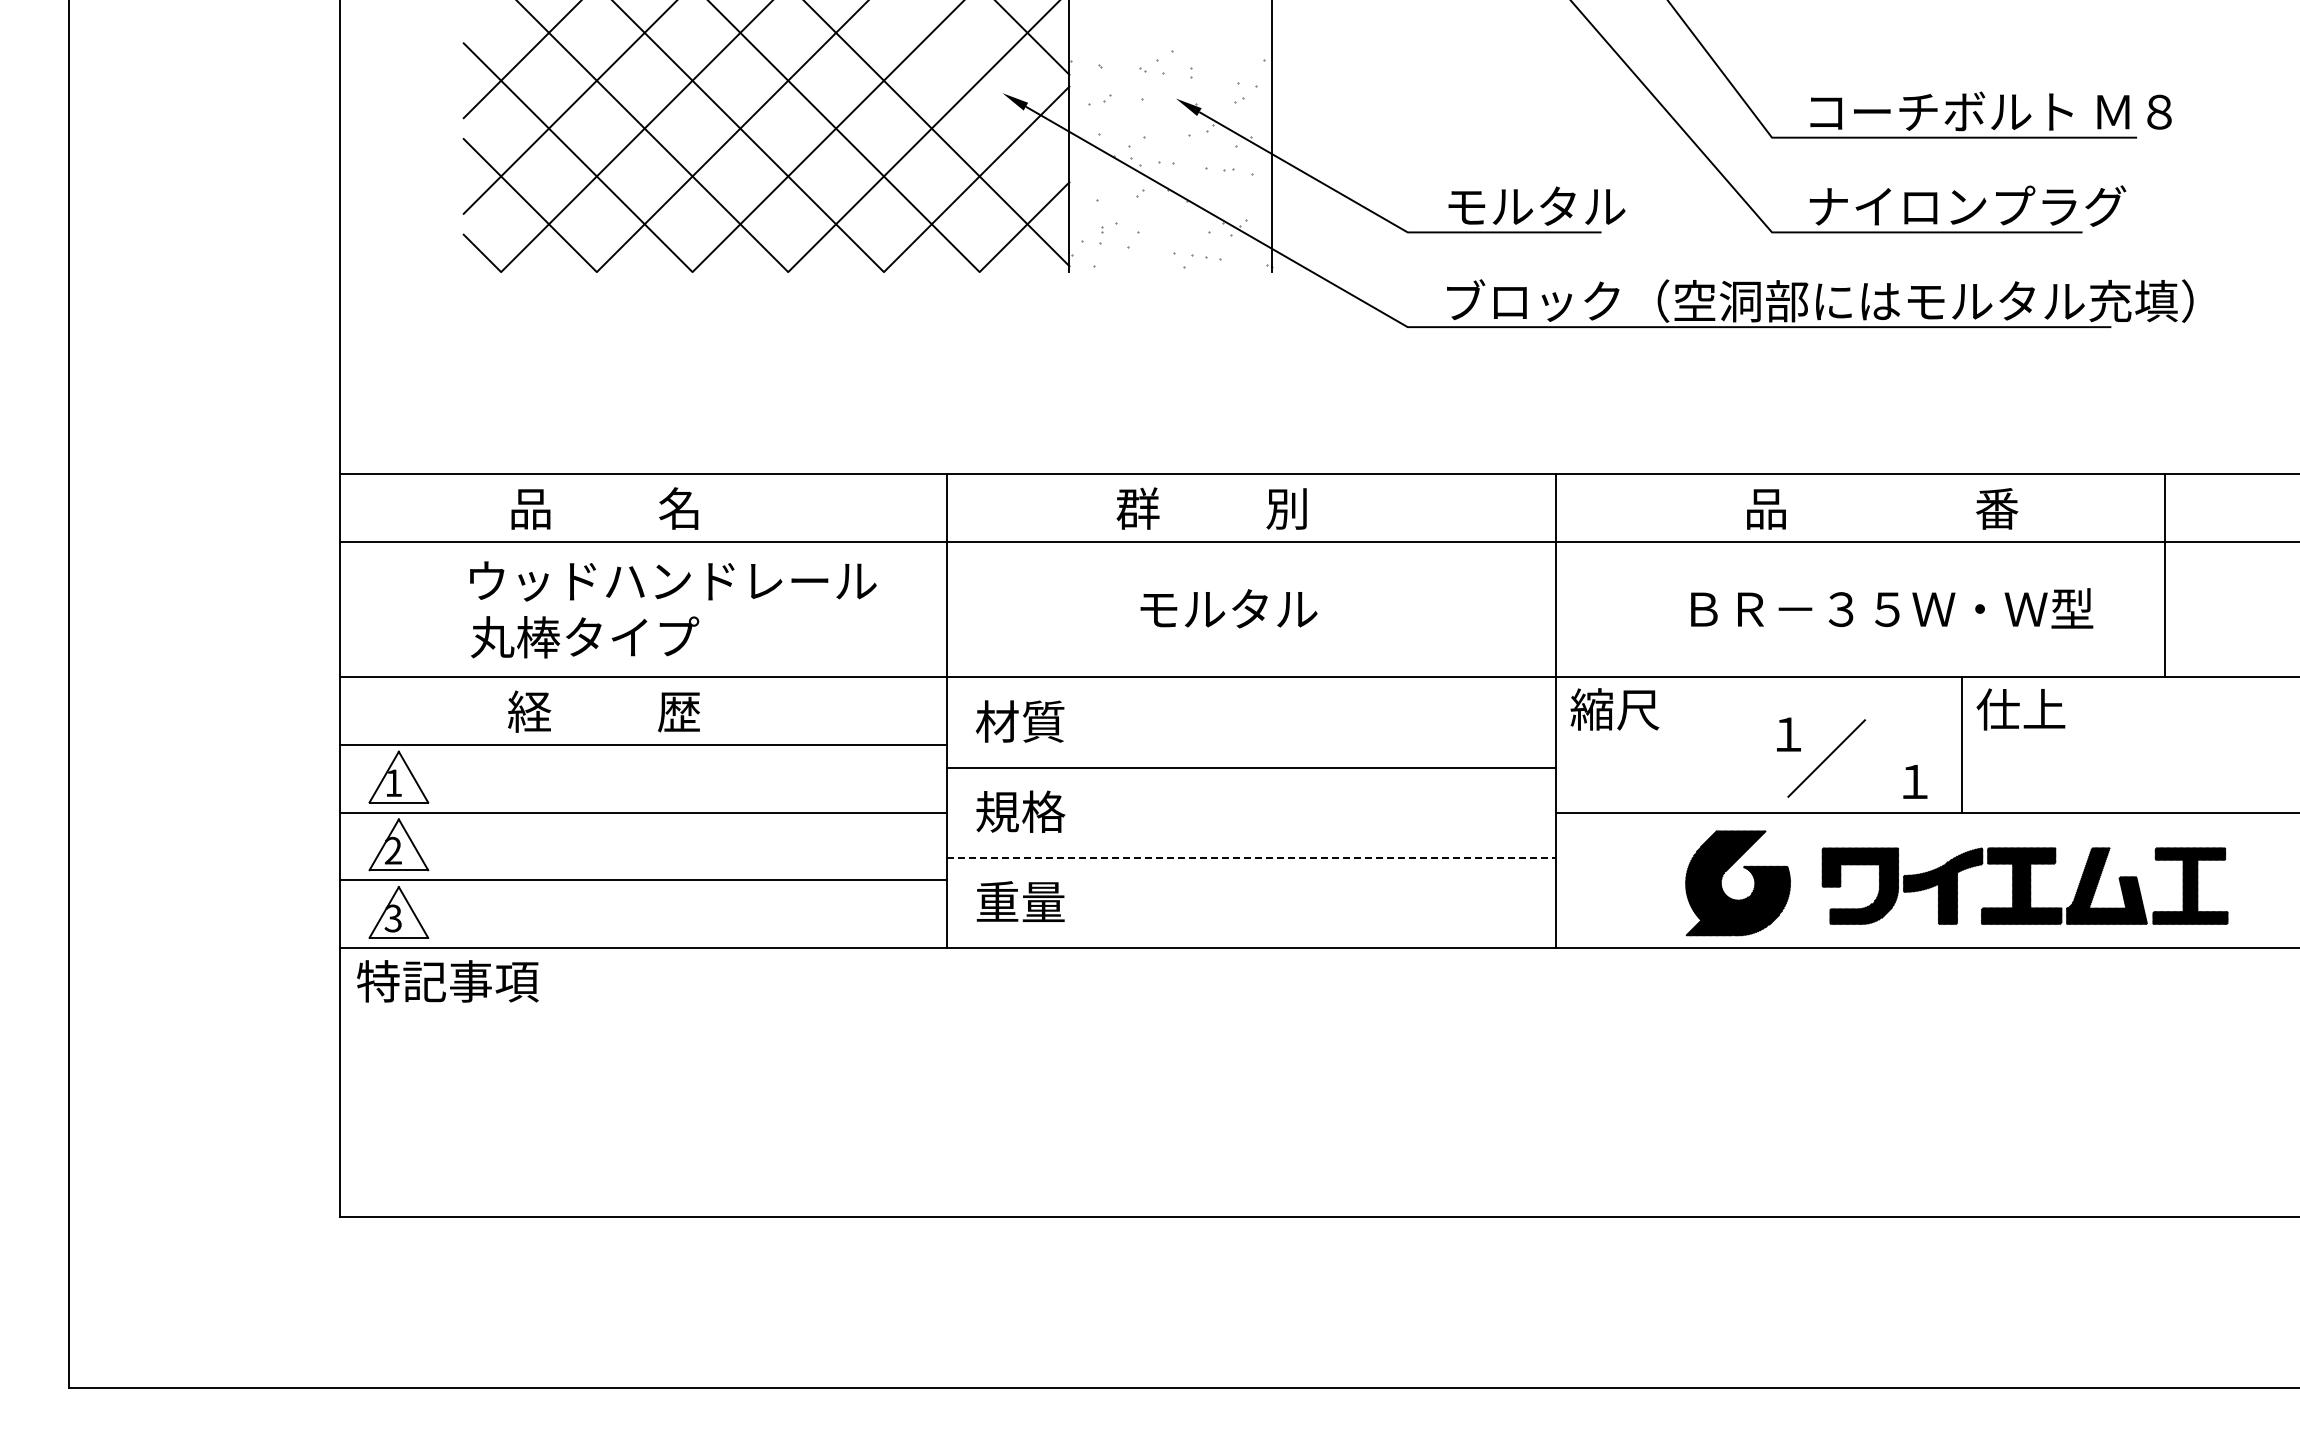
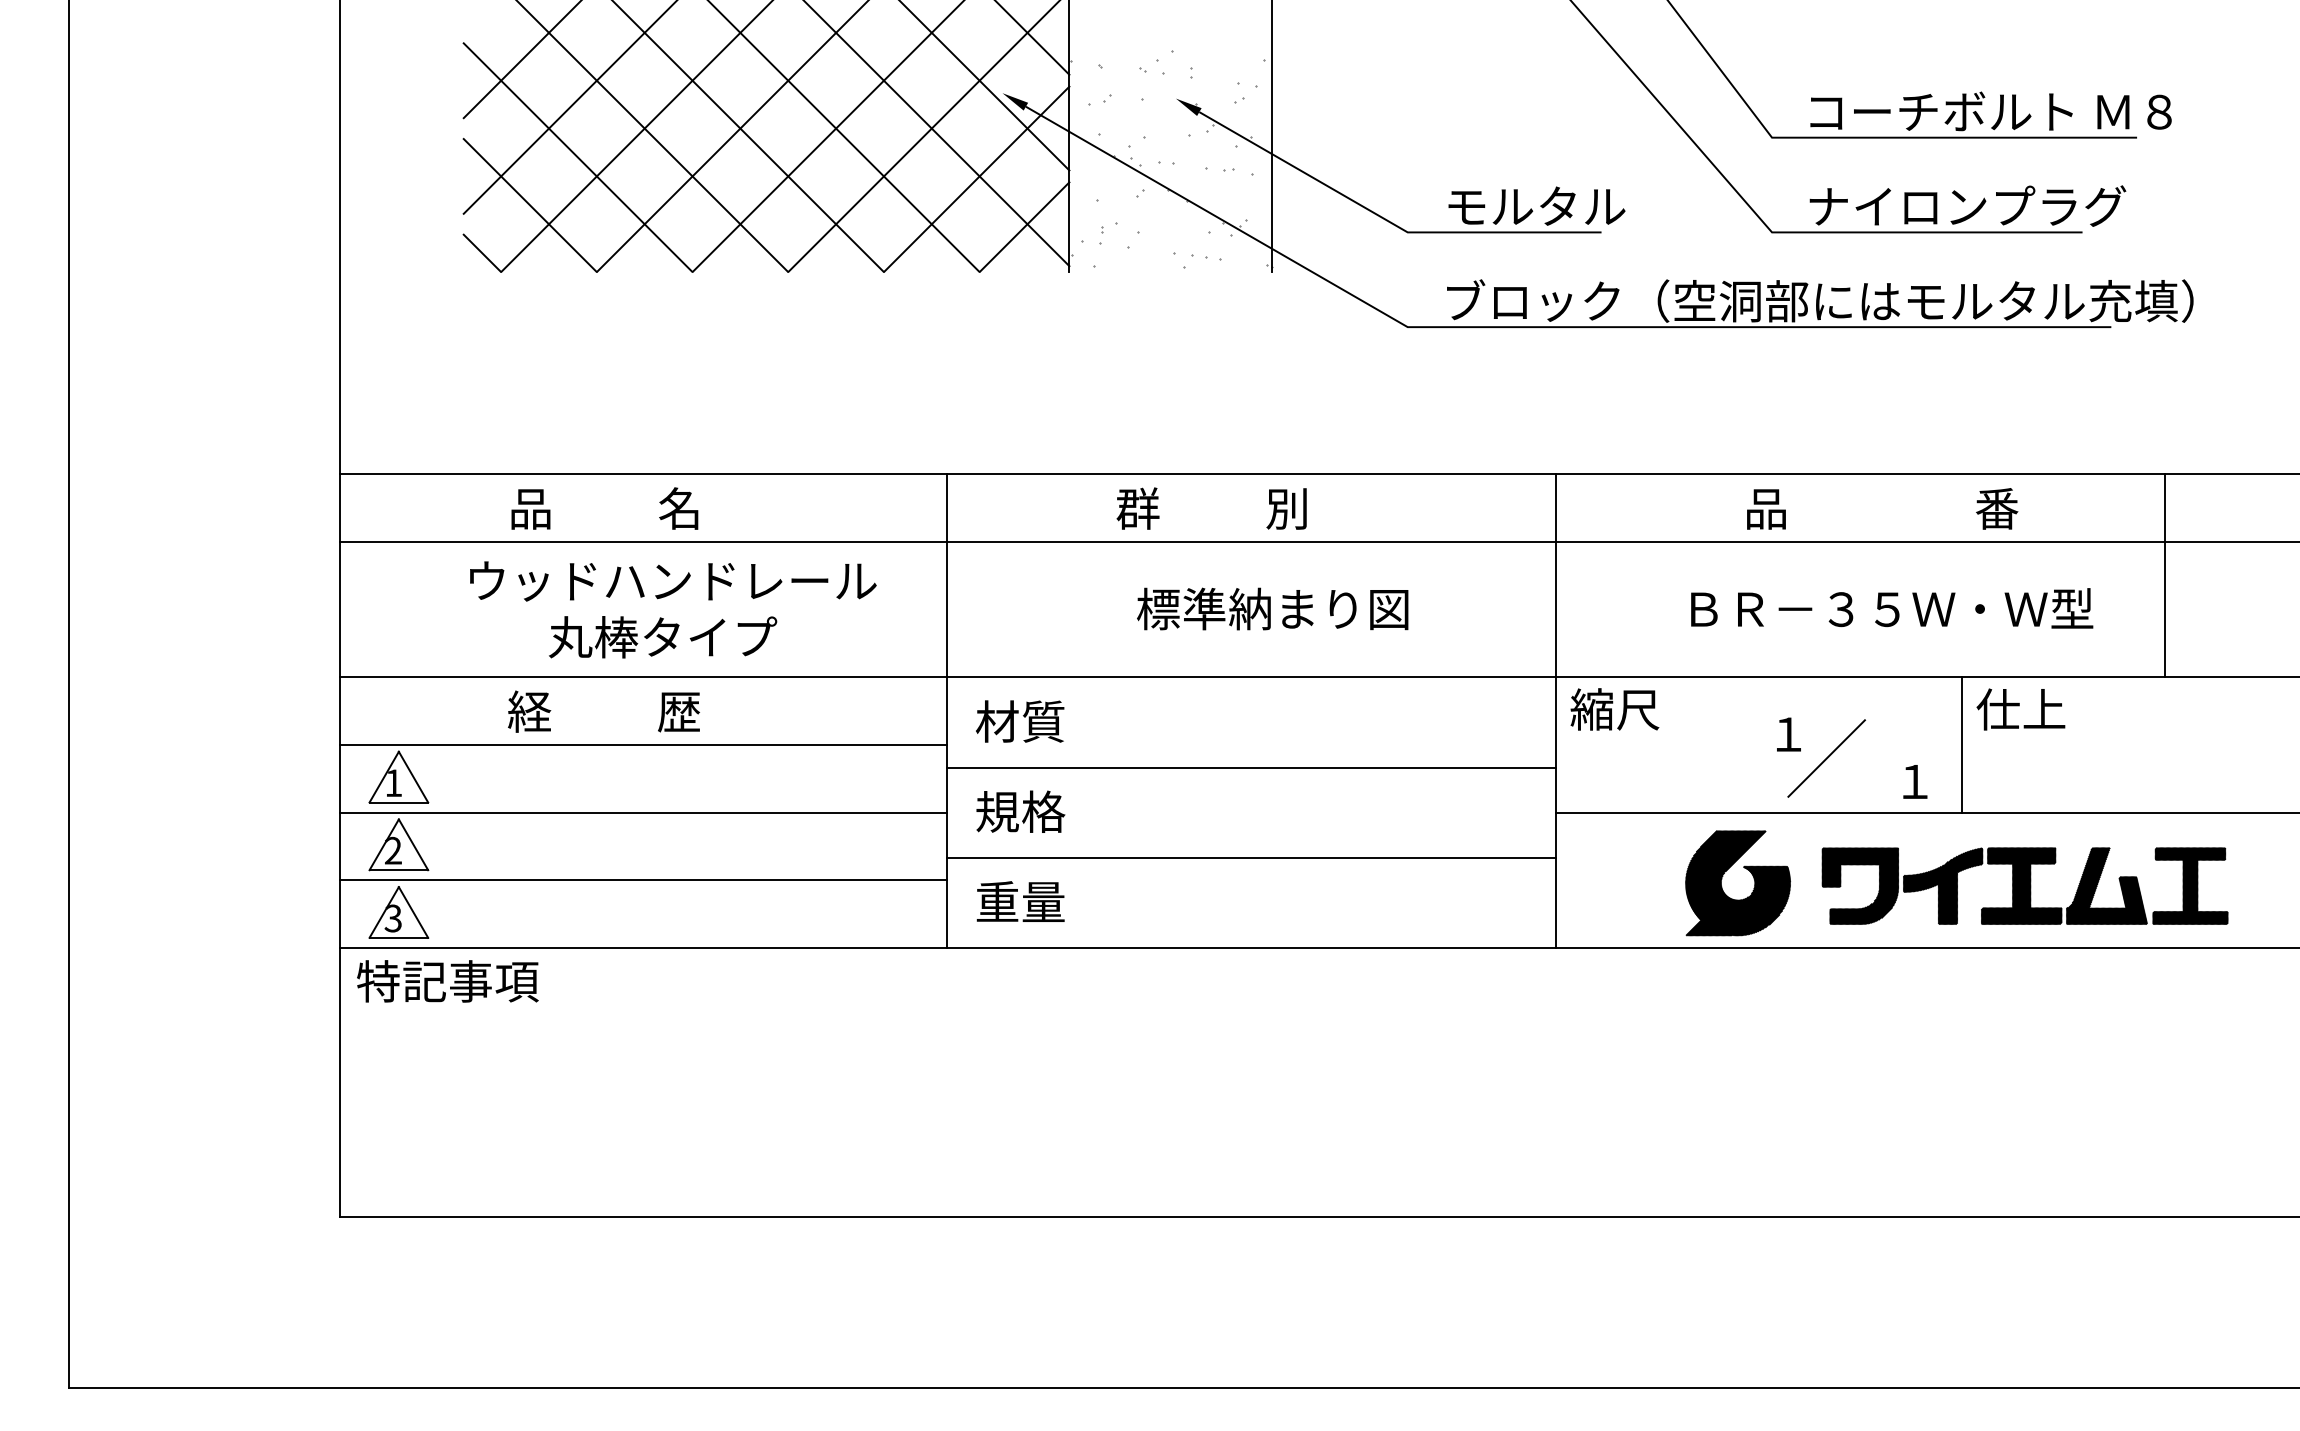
line at (985, 86): none -> present
text at (1272, 608): モルタル -> 標準納まり図
text at (585, 637) position: (585, 637) -> (663, 637)
line at (1251, 857): dashed -> solid
